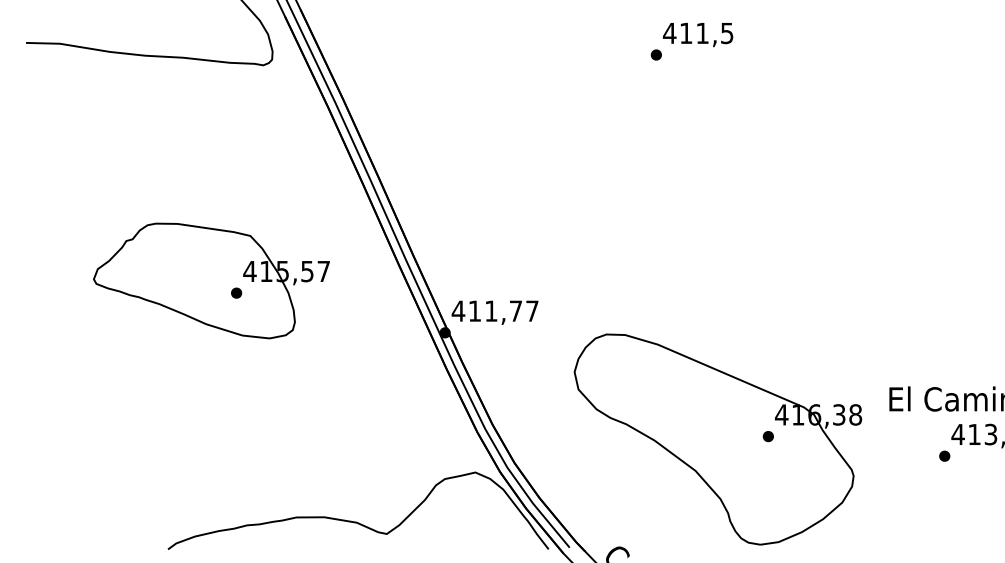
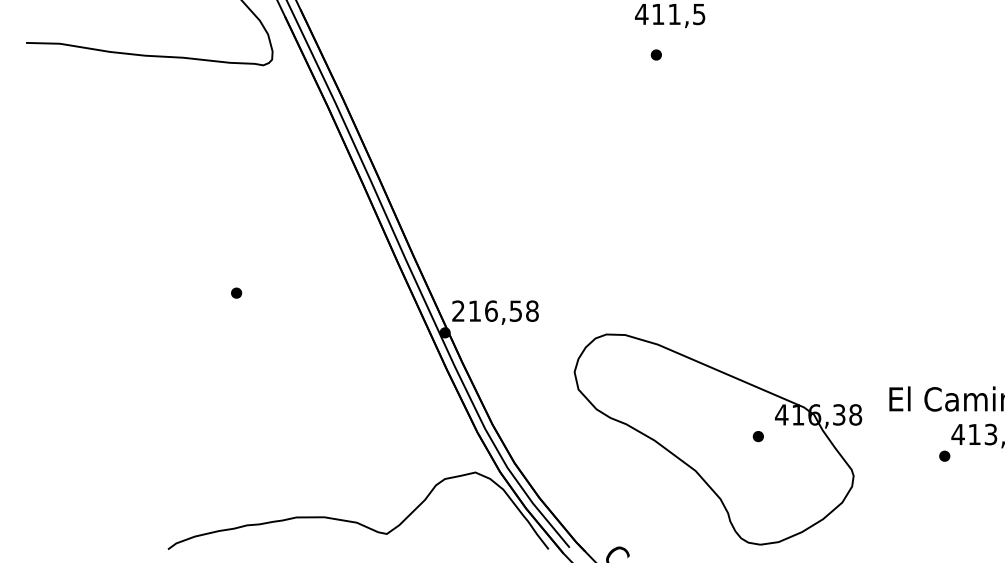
text at (698, 35) position: (698, 35) -> (670, 16)
part at (211, 280): present -> none
text at (494, 310): 411,77 -> 216,58
part at (767, 436) position: (767, 436) -> (757, 436)
